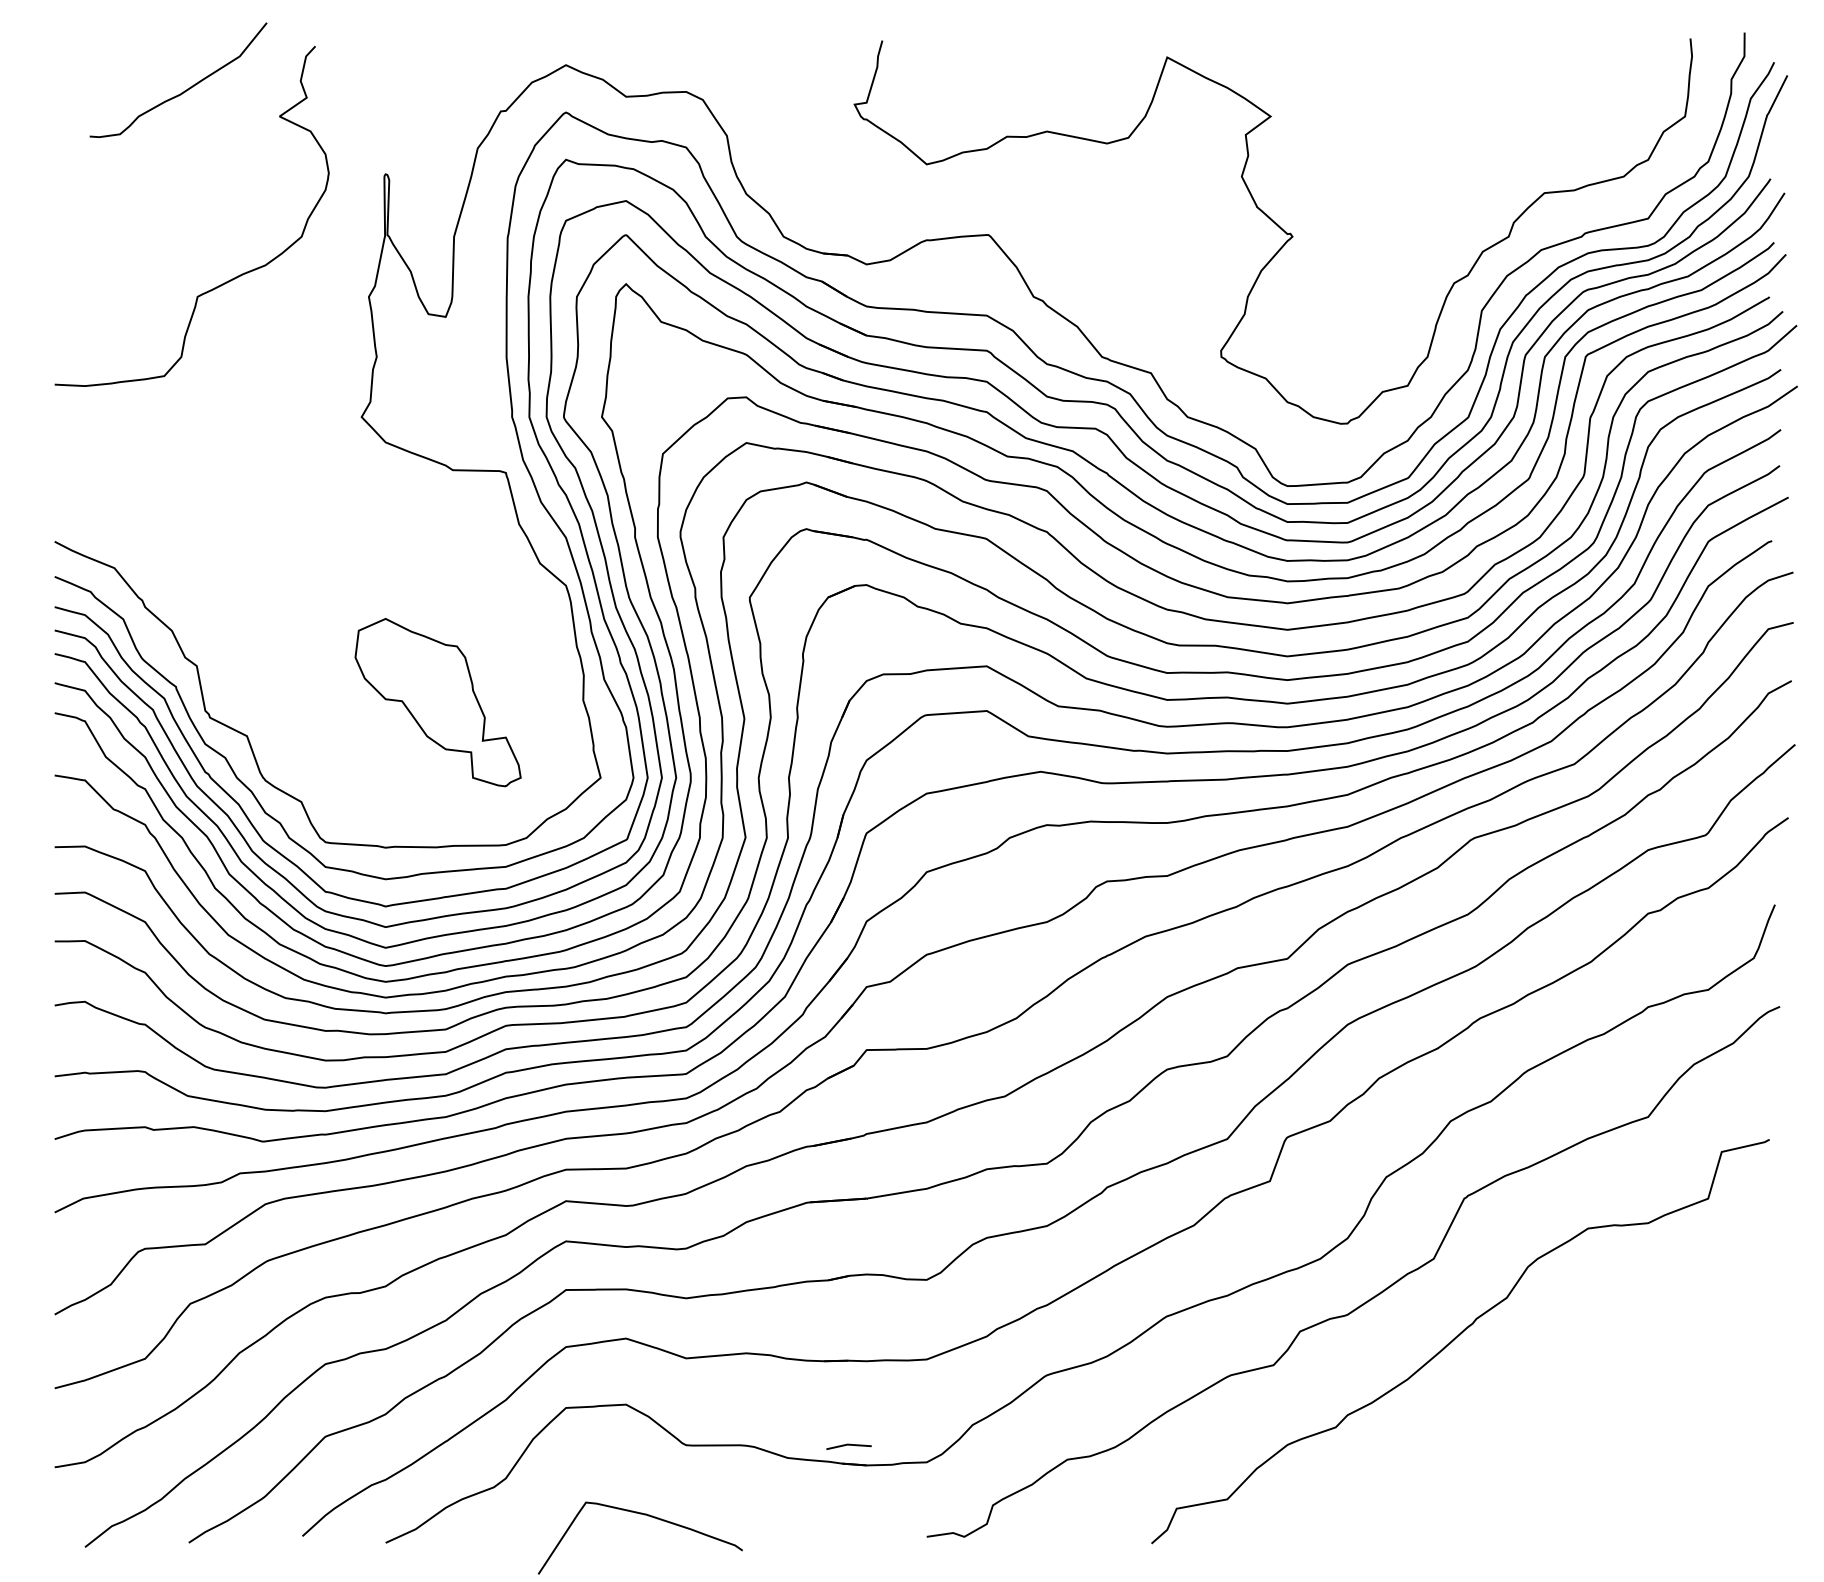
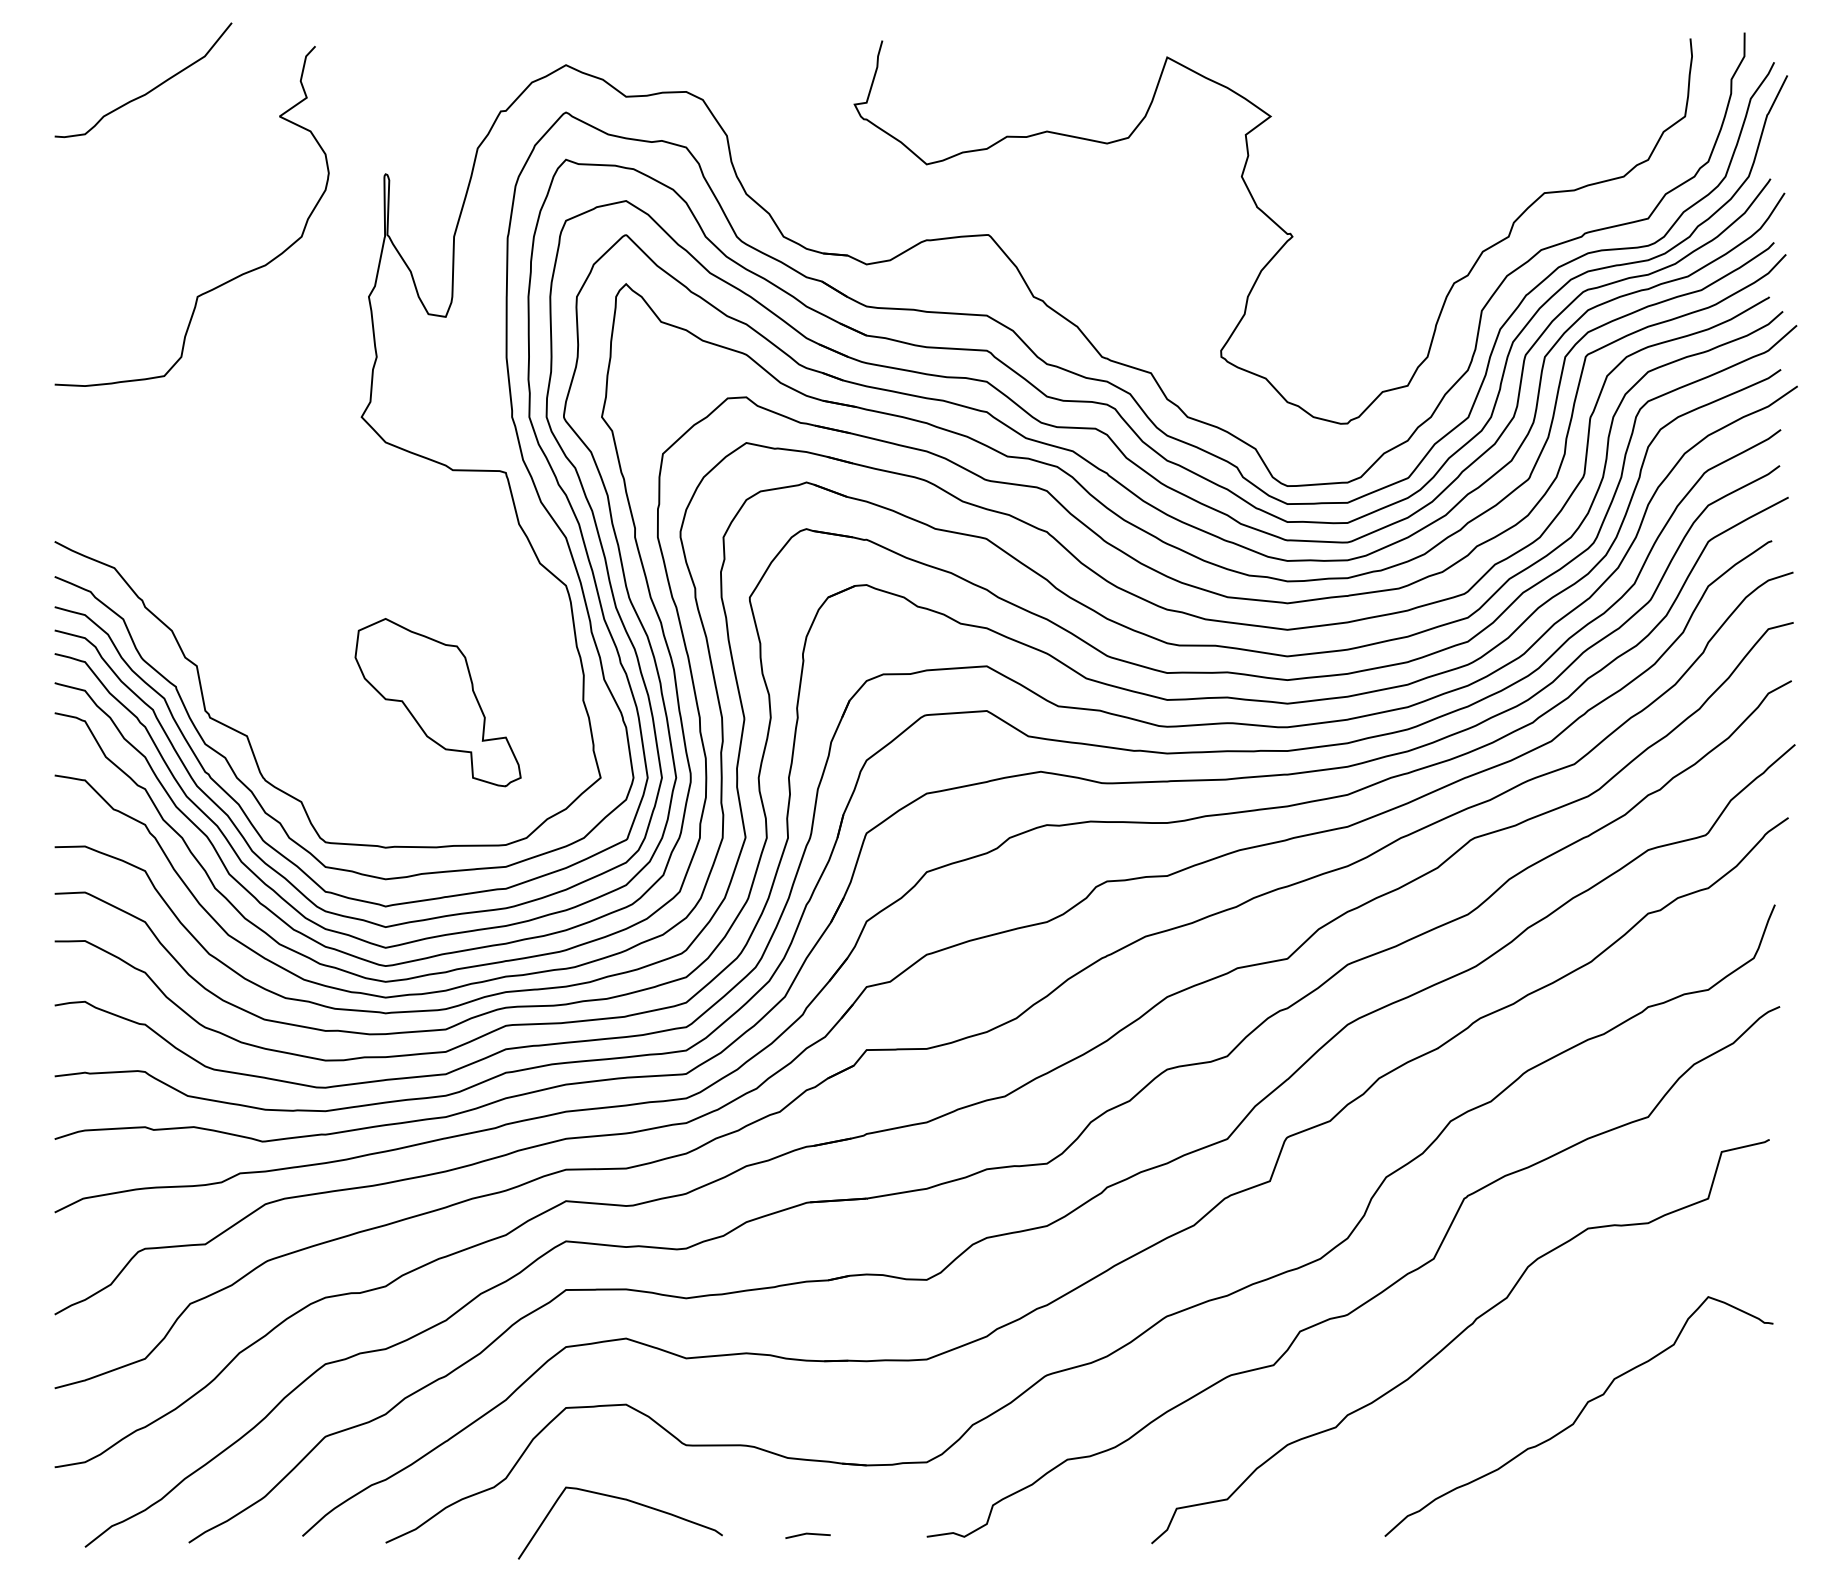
curve at (184, 90) position: (184, 90) -> (149, 90)
curve at (1578, 1416): none -> present
line at (848, 1445) position: (848, 1445) -> (807, 1534)
curve at (644, 1515) position: (644, 1515) -> (624, 1500)
